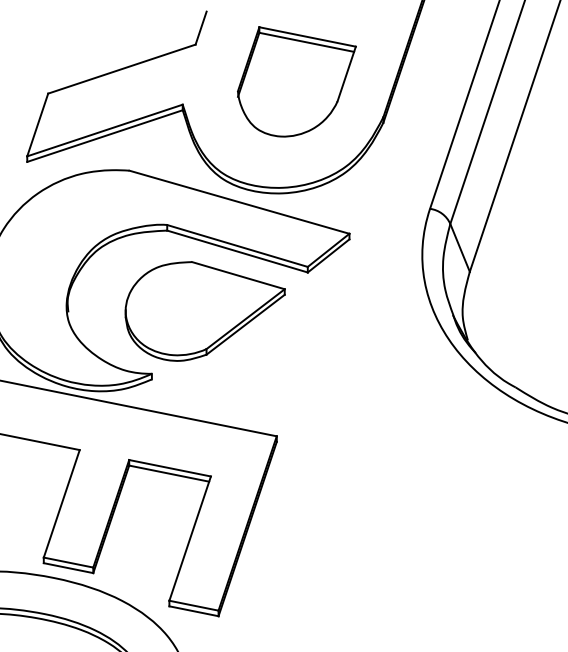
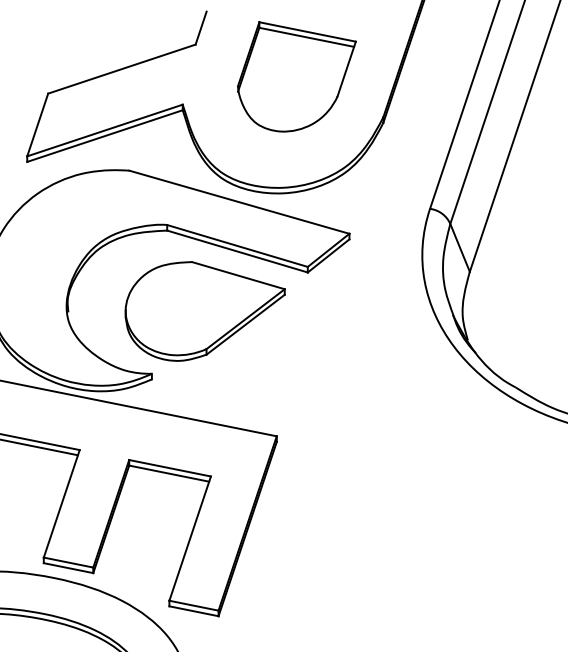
part at (296, 81) position: (296, 81) -> (296, 76)
line at (39, 447): none -> present
